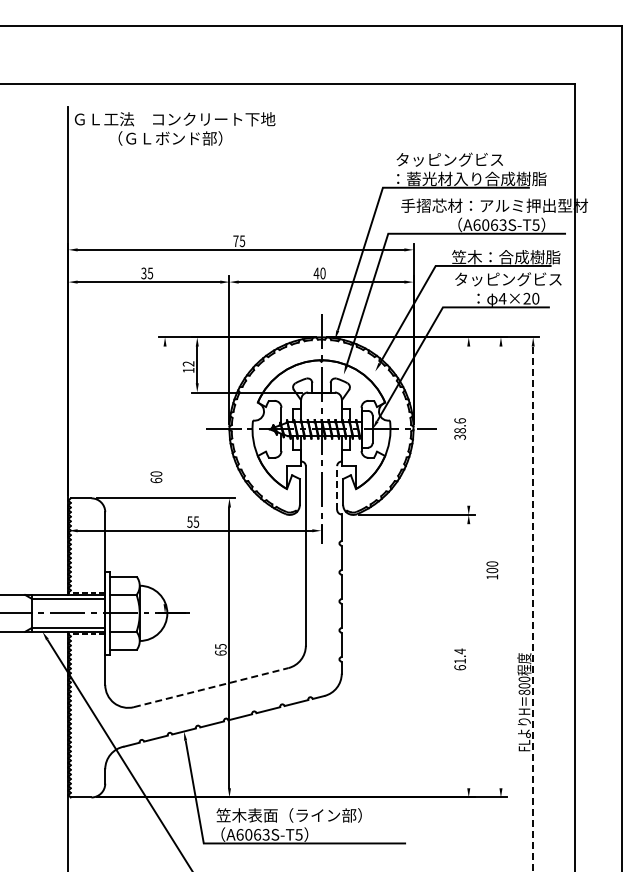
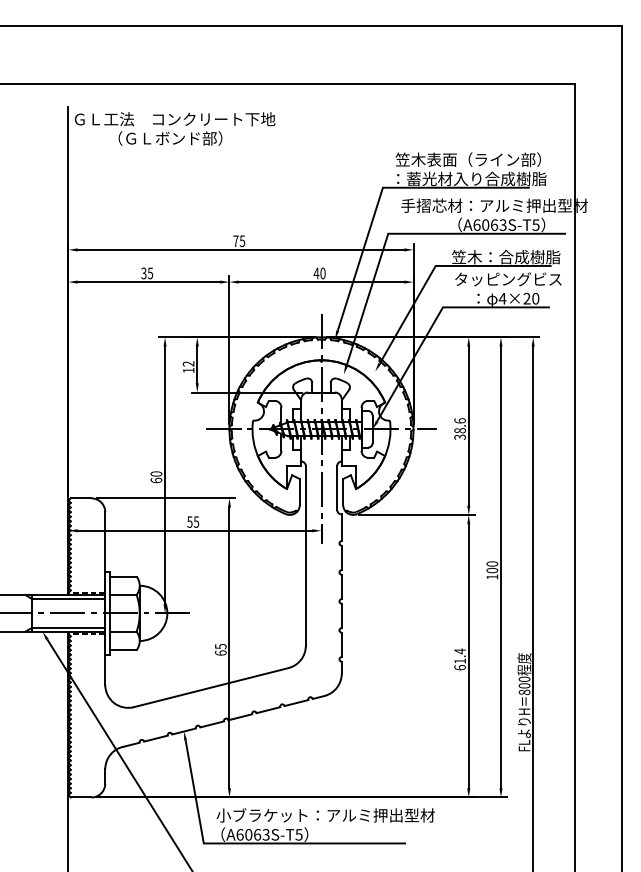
text at (467, 159): タッピングビス -> 笠木表面（ライン部）
line at (468, 425): none -> present
line at (165, 475): none -> present
line at (337, 488): dashed -> solid
line at (500, 567): none -> present
line at (533, 609): dashed -> solid
line at (468, 656): none -> present
line at (211, 687): dashed -> solid
text at (325, 815): 笠木表面（ライン部） -> 小ブラケット：アルミ押出型材
